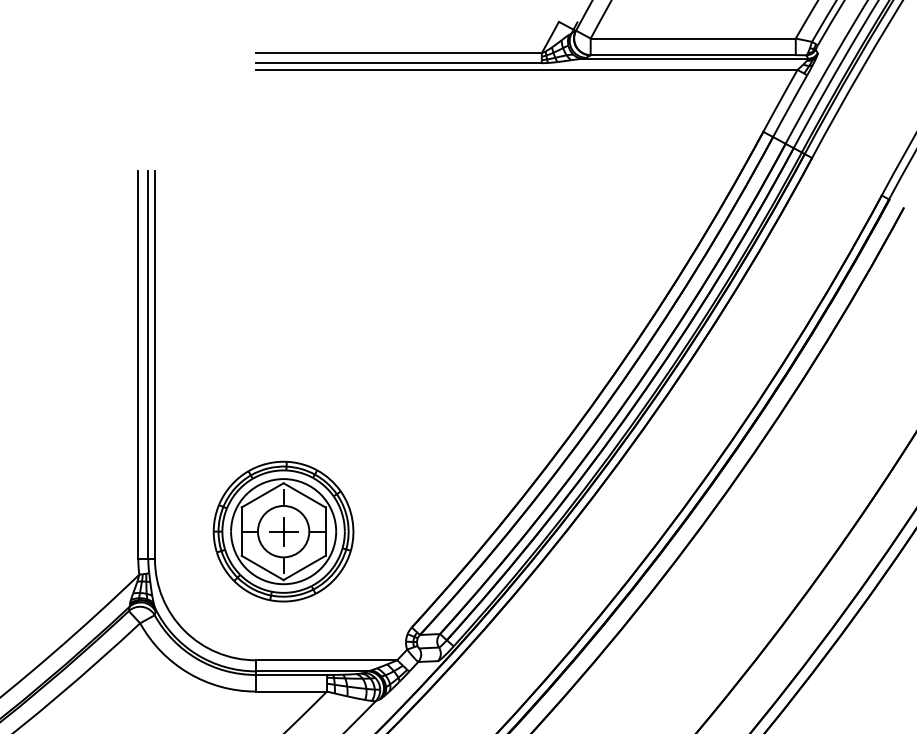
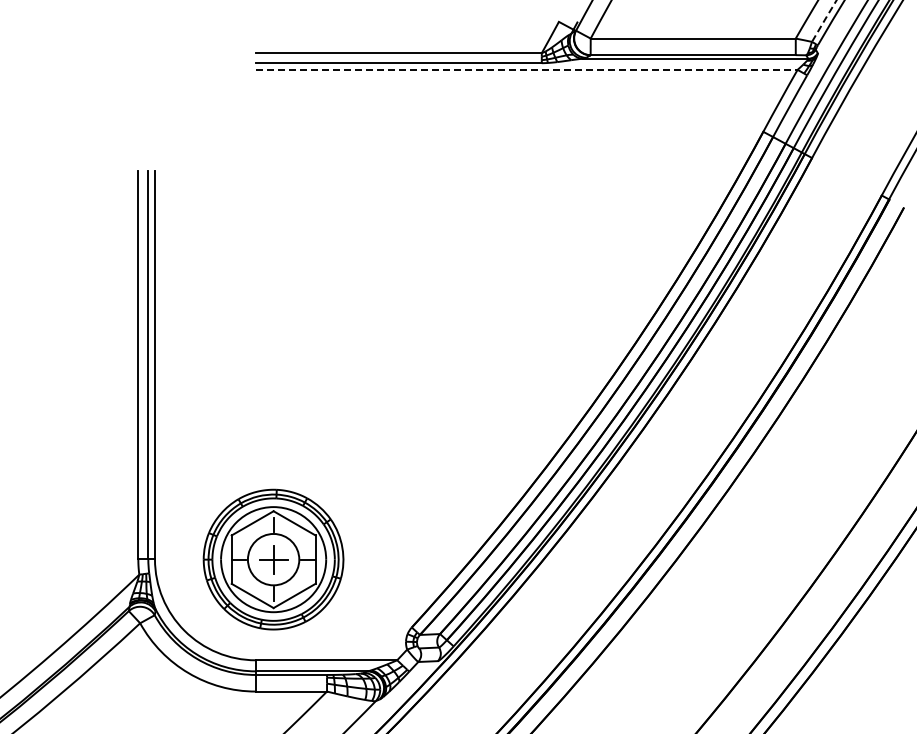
arc at (824, 20): solid -> dashed
line at (526, 69): solid -> dashed
part at (283, 531) position: (283, 531) -> (273, 559)
